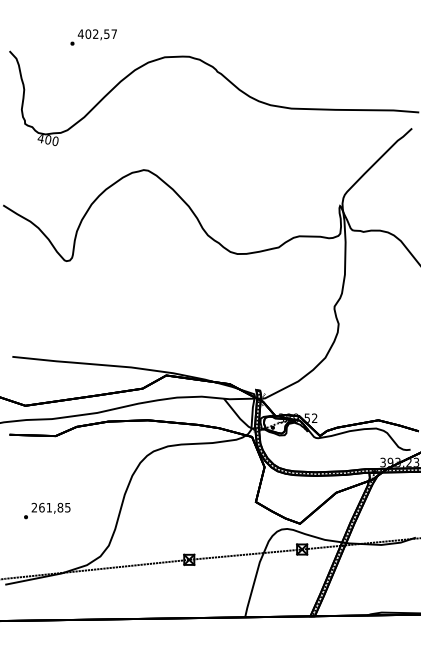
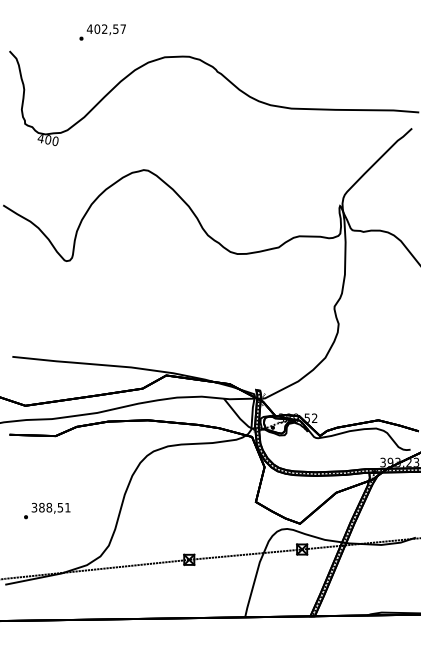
text at (93, 37) position: (93, 37) -> (102, 32)
text at (50, 507): 261,85 -> 388,51
